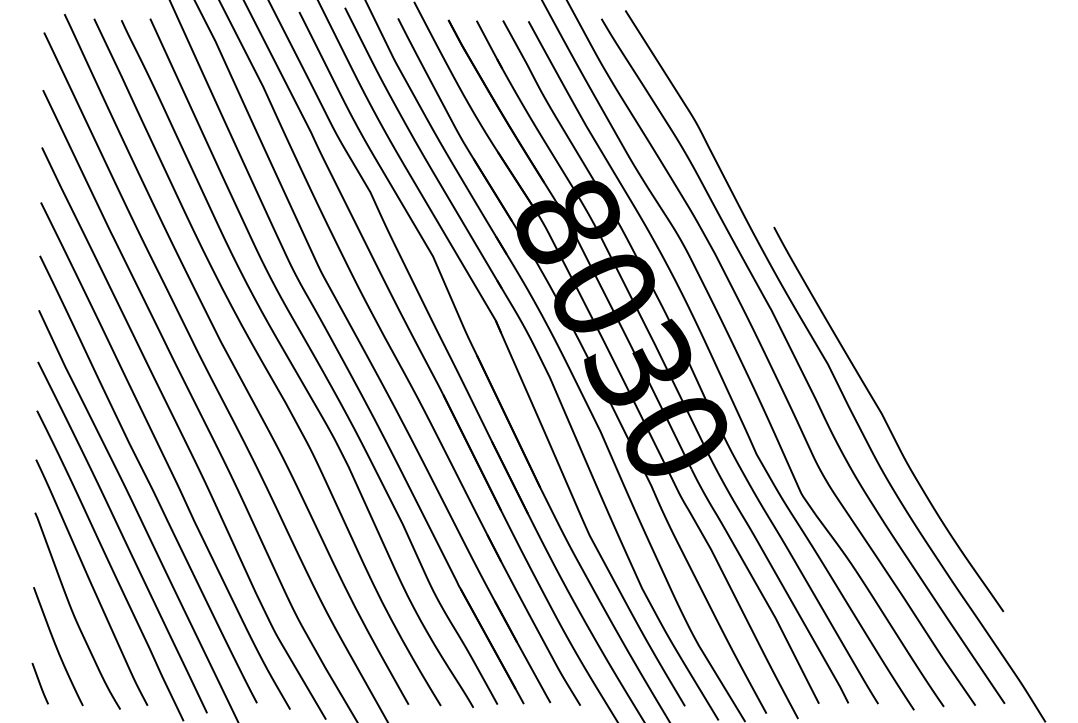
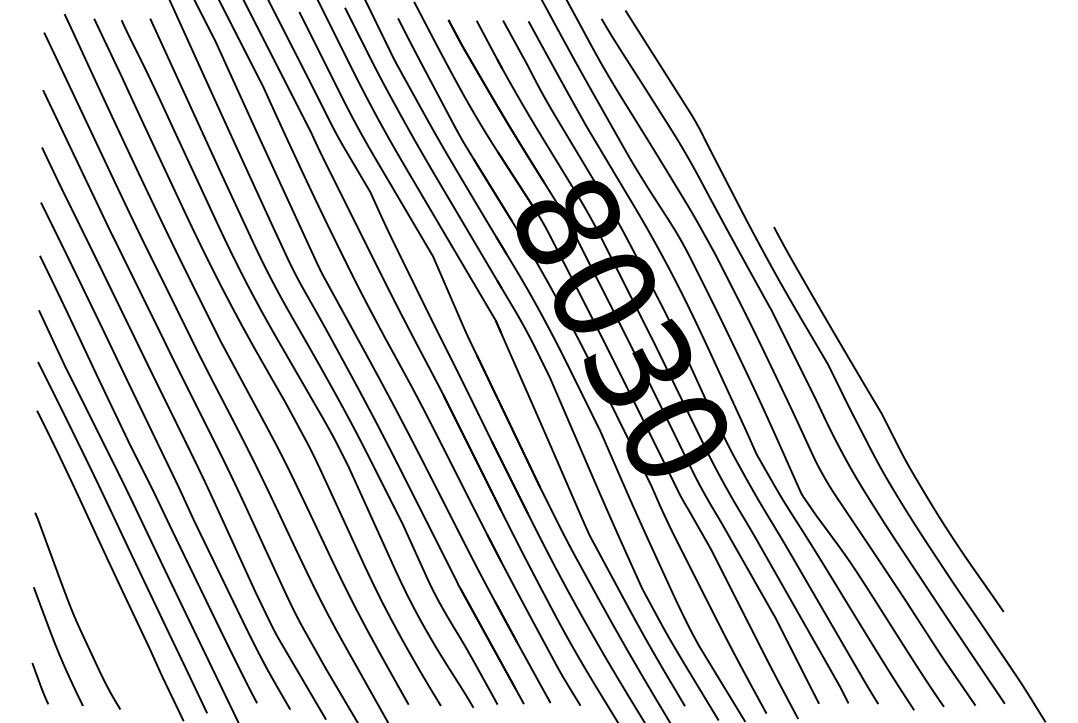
curve at (91, 582): present -> none
